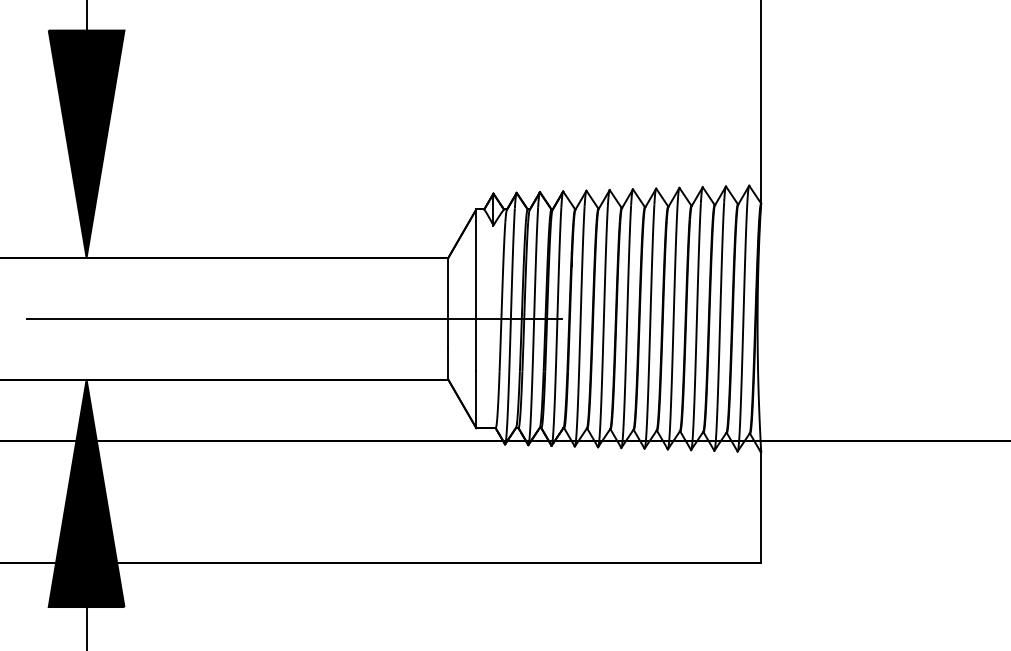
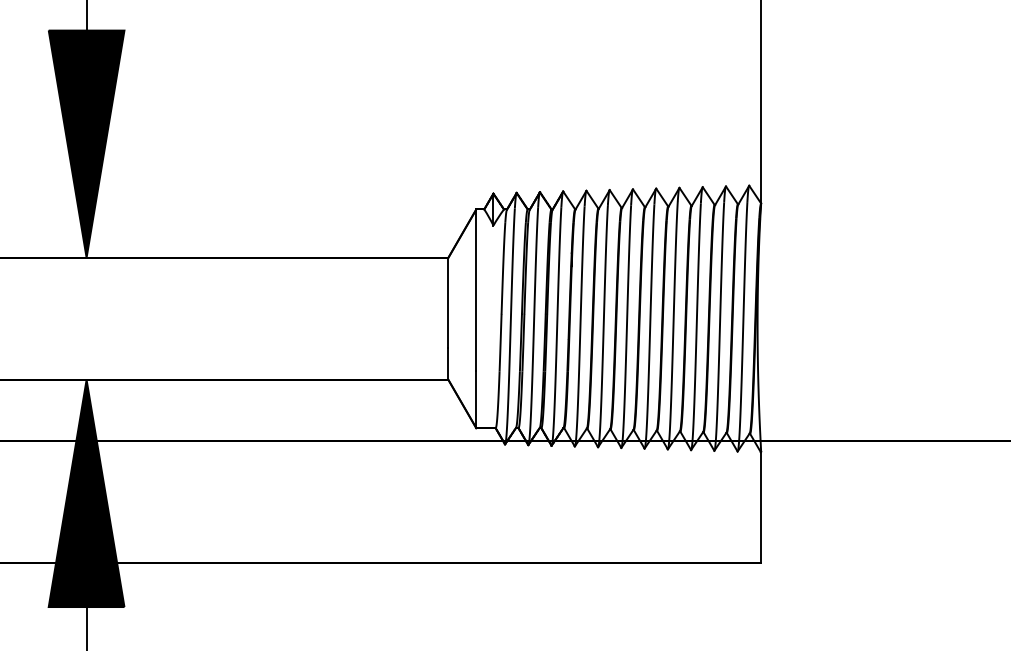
line at (282, 318): present -> none
